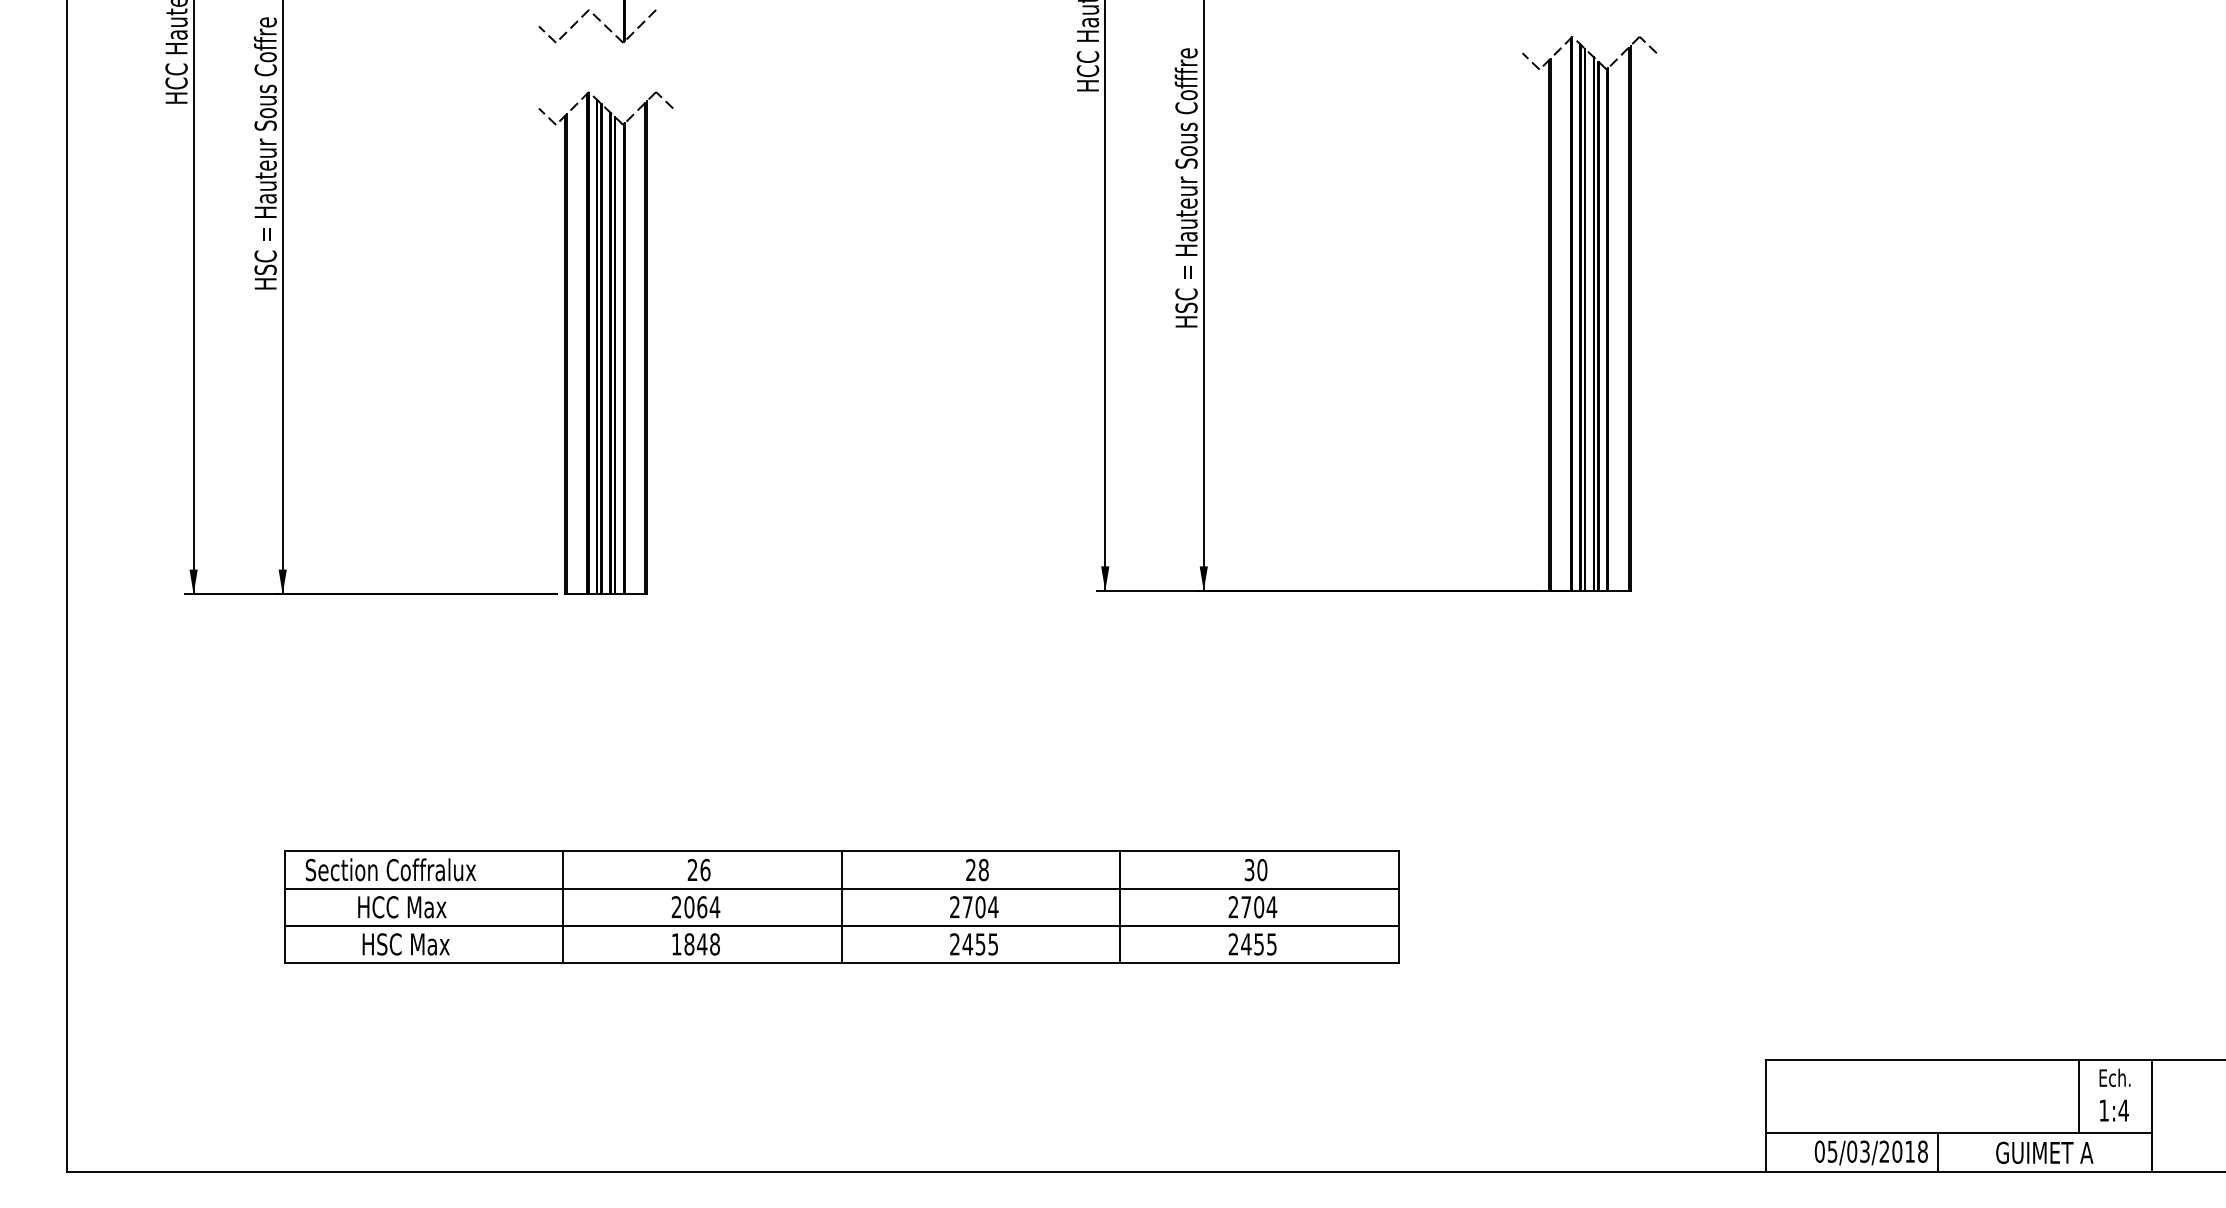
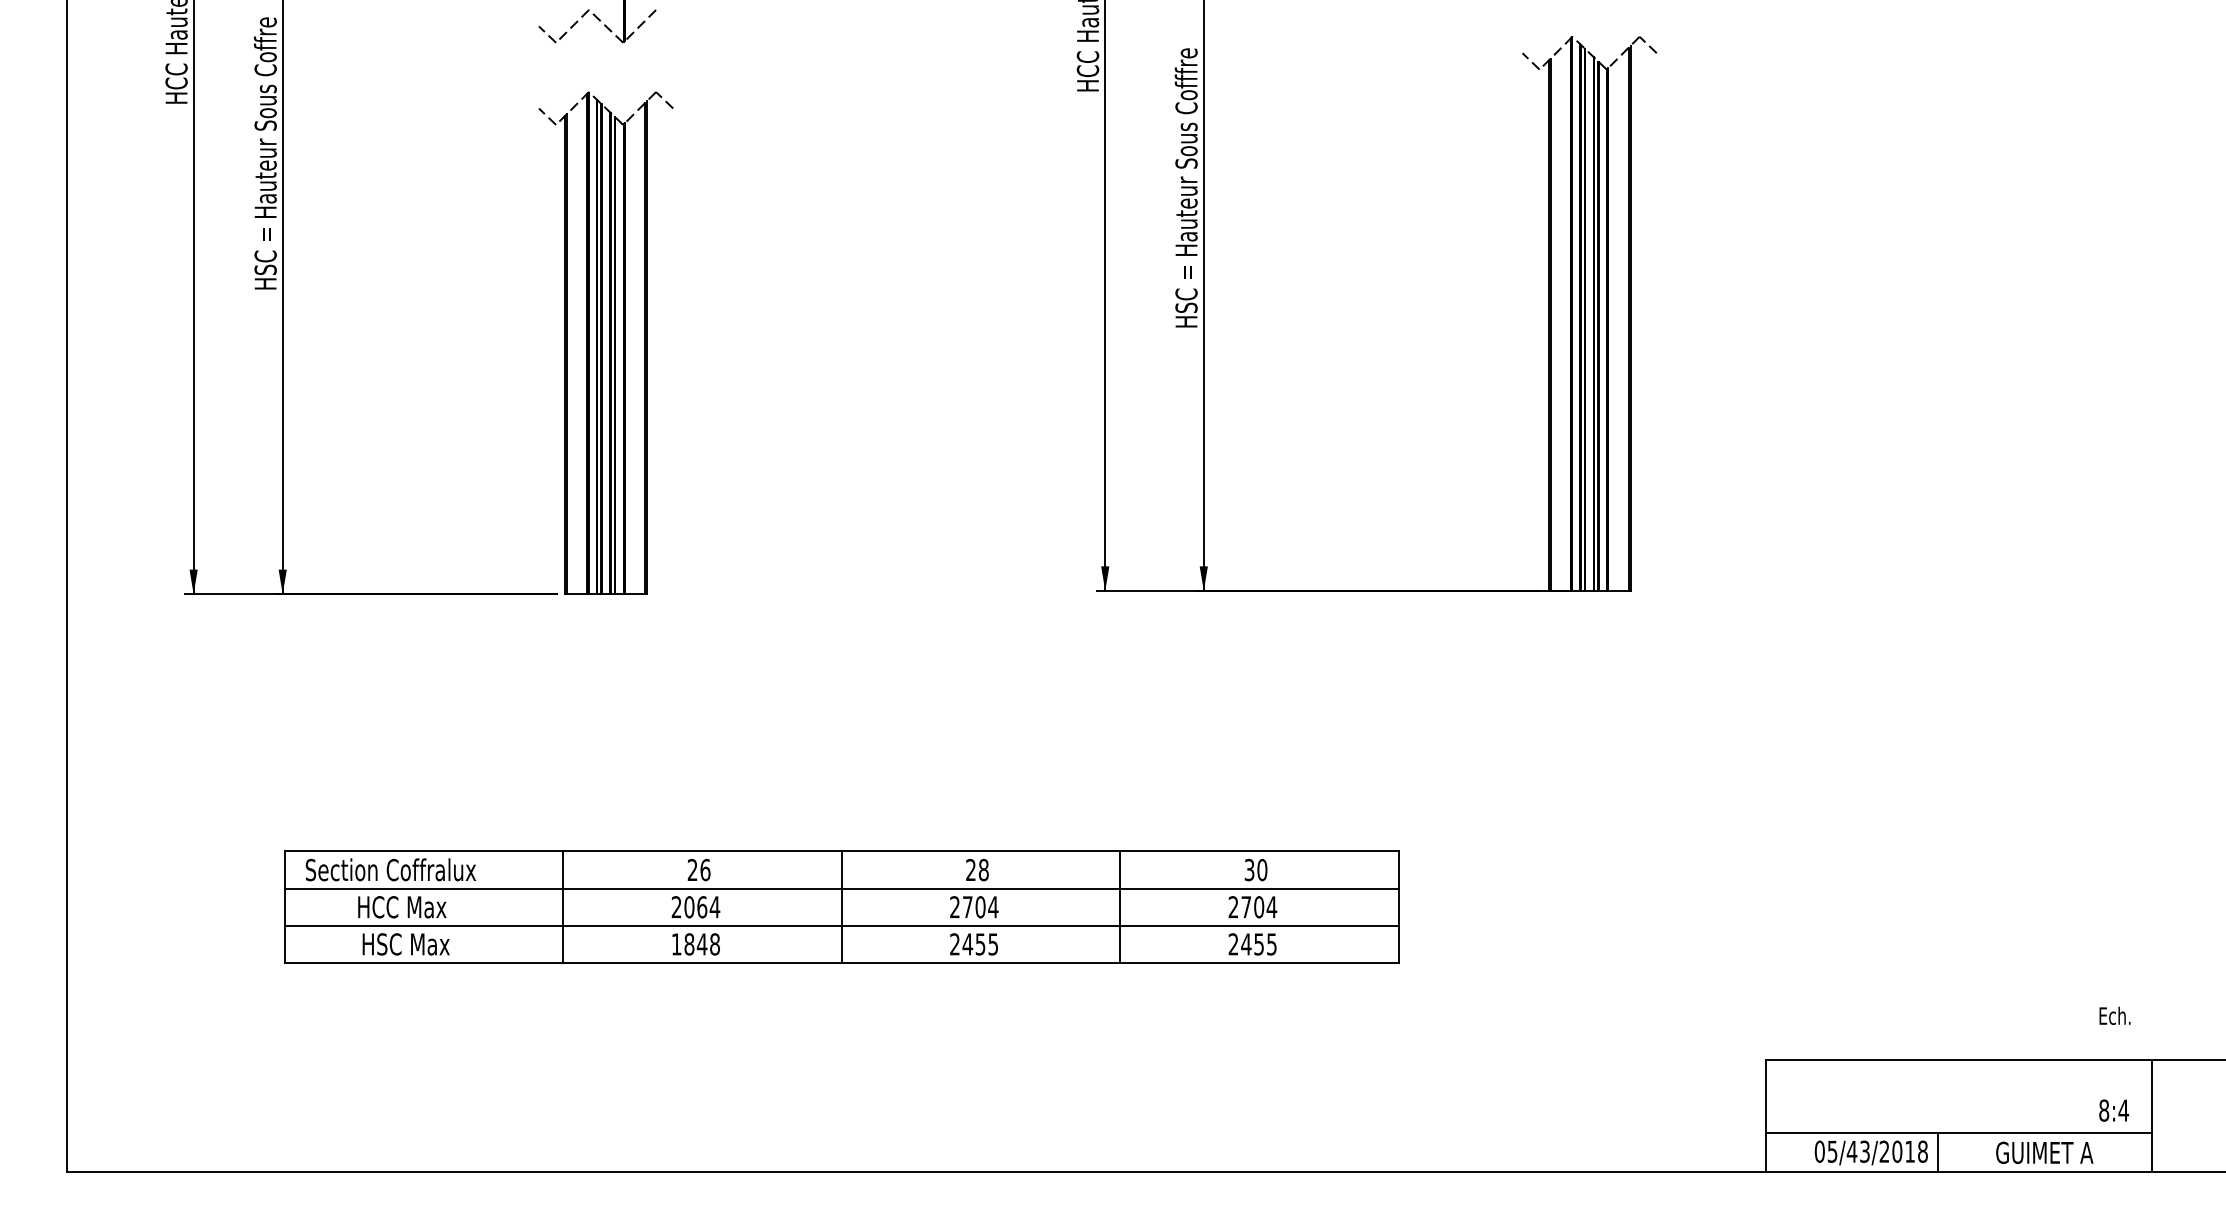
text at (2114, 1077) position: (2114, 1077) -> (2114, 1015)
line at (2079, 1095): present -> none
text at (2104, 1110): 1:4 -> 8:4
text at (1851, 1151): 05/03/2018 -> 05/43/2018
